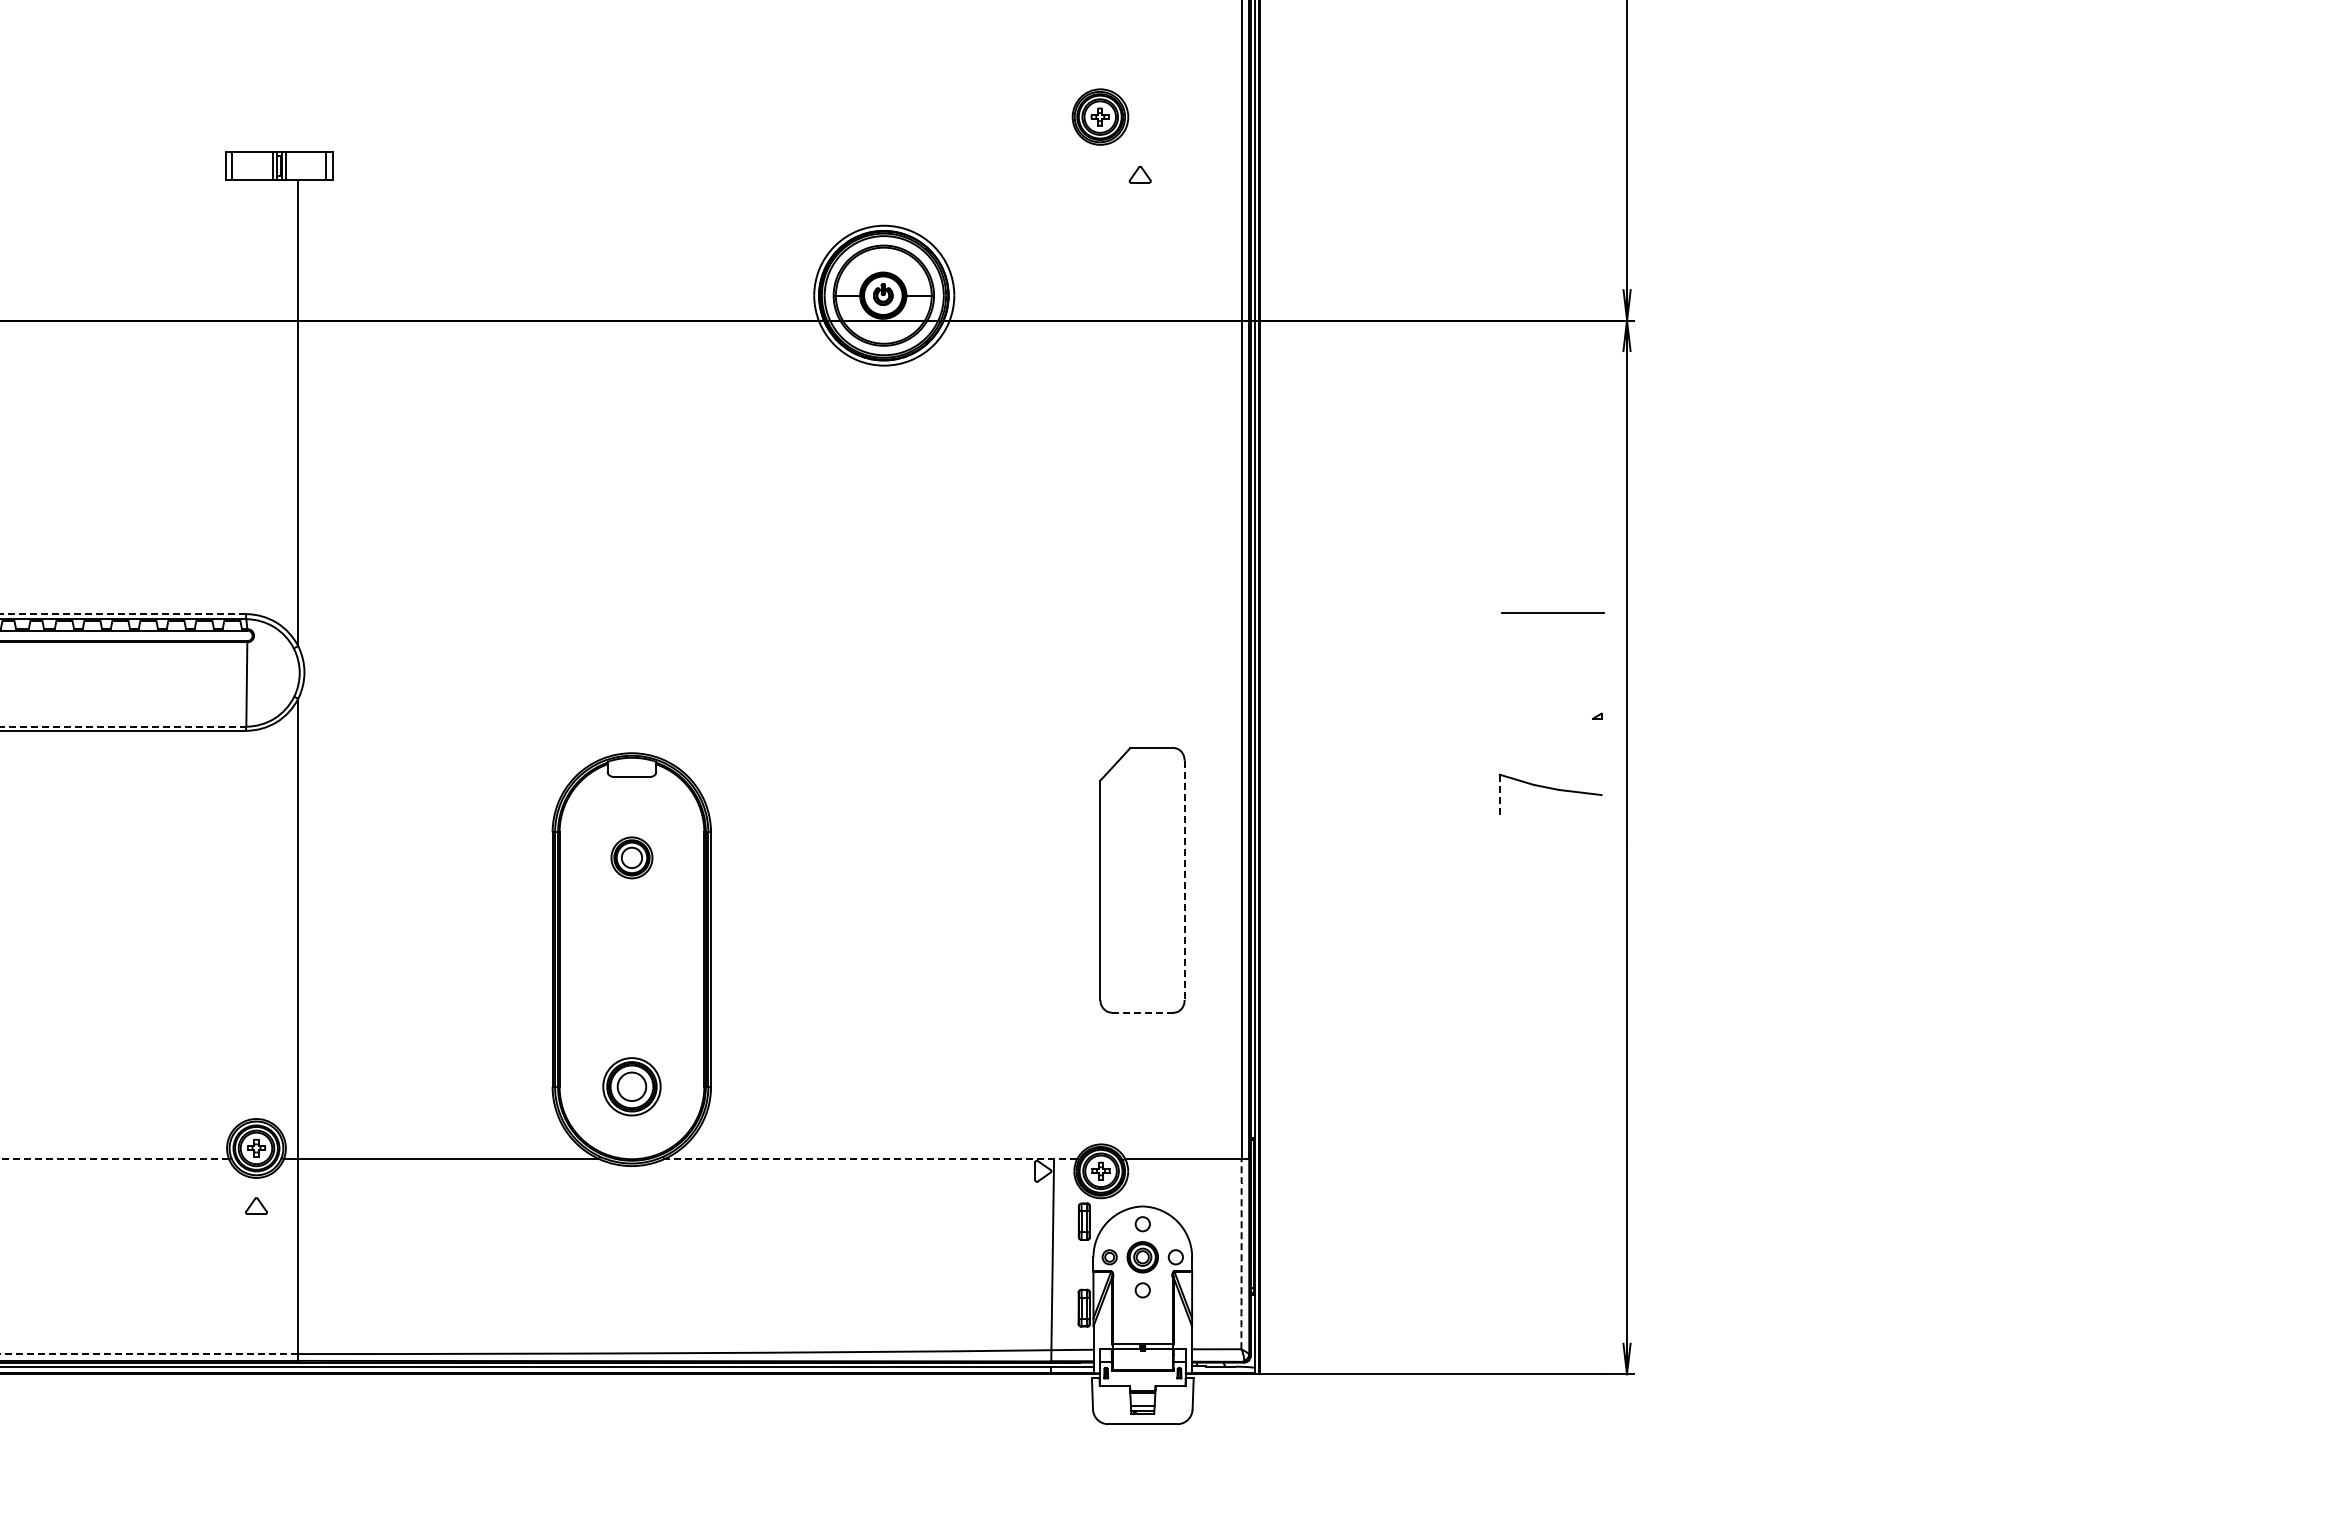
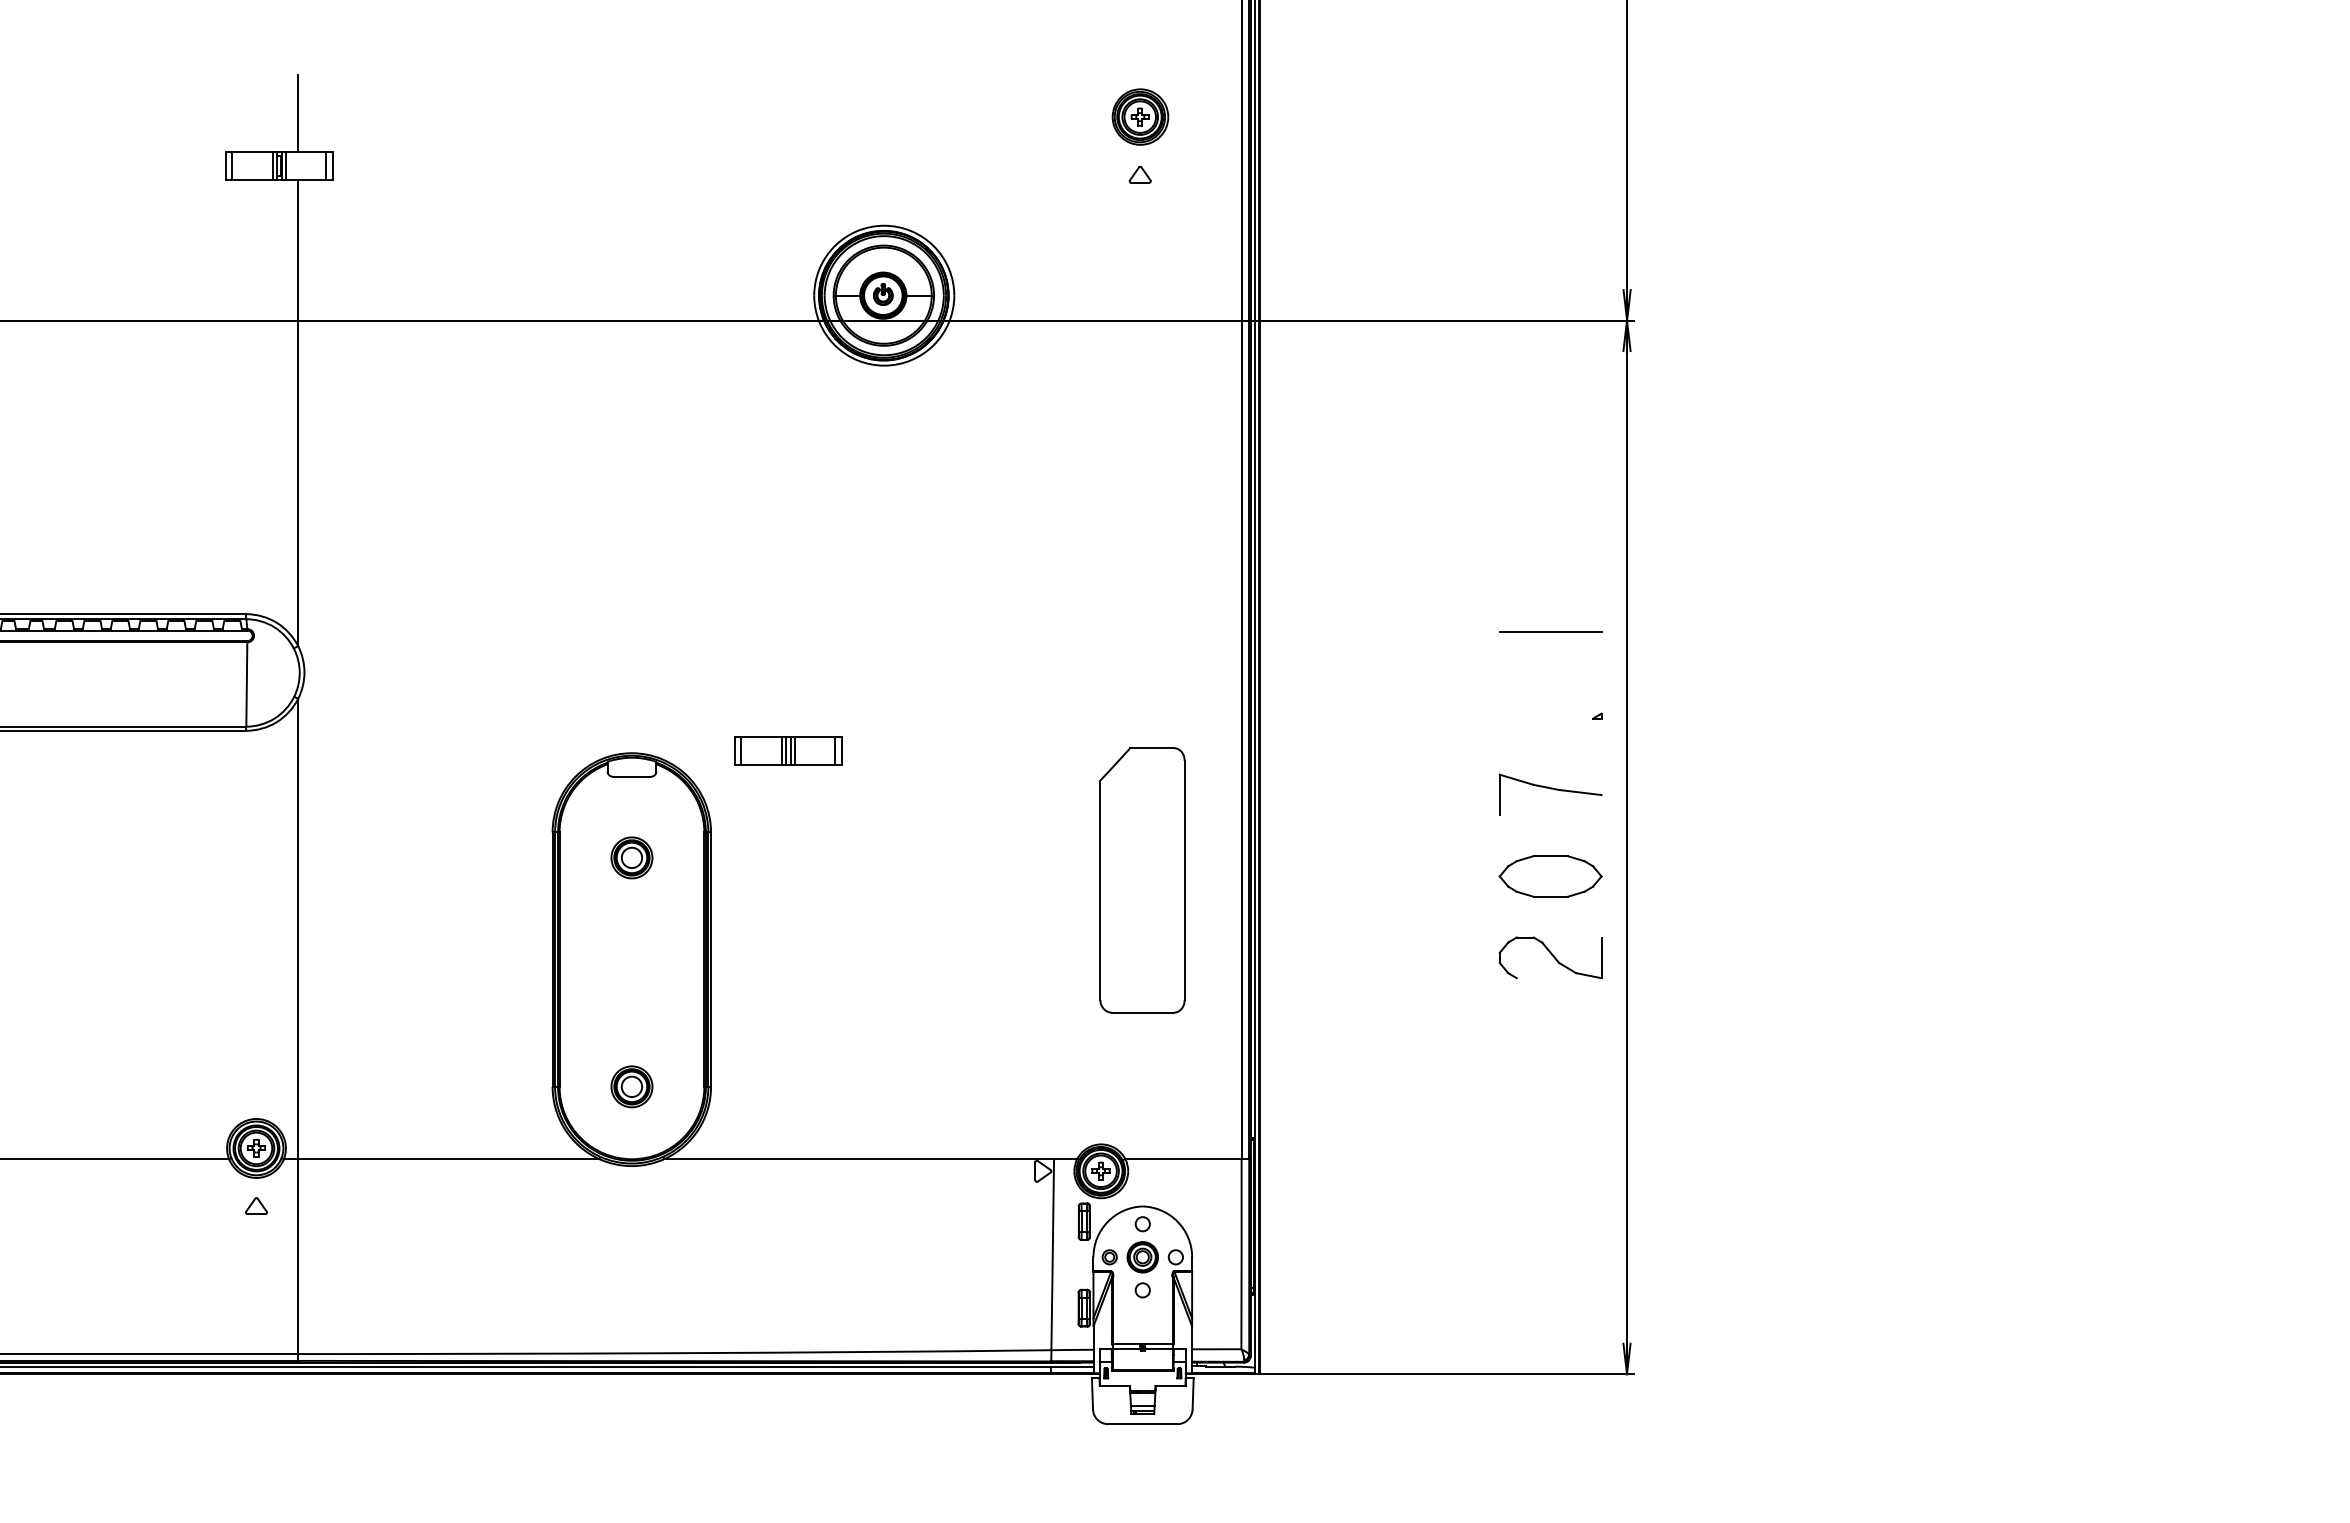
line at (298, 113): none -> present
part at (1100, 116) position: (1100, 116) -> (1140, 116)
line at (1552, 612) position: (1552, 612) -> (1550, 631)
line at (123, 614): dashed -> solid
line at (123, 726): dashed -> solid
part at (788, 750): none -> present
line at (1499, 795): dashed -> solid
part at (1550, 876): none -> present
line at (1184, 880): dashed -> solid
part at (1550, 957): none -> present
line at (1143, 1012): dashed -> solid
part at (631, 1086) size: 60x60 px -> 44x44 px
line at (114, 1159): dashed -> solid
line at (870, 1159): dashed -> solid
arc at (1241, 1254): dashed -> solid
line at (149, 1354): dashed -> solid
